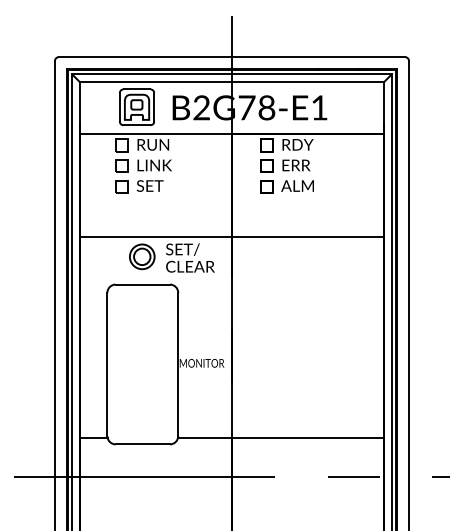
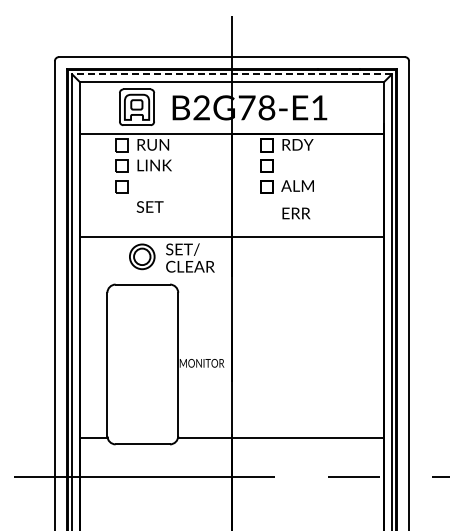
line at (231, 74): solid -> dashed
text at (296, 165) position: (296, 165) -> (296, 213)
text at (149, 185) position: (149, 185) -> (149, 206)
